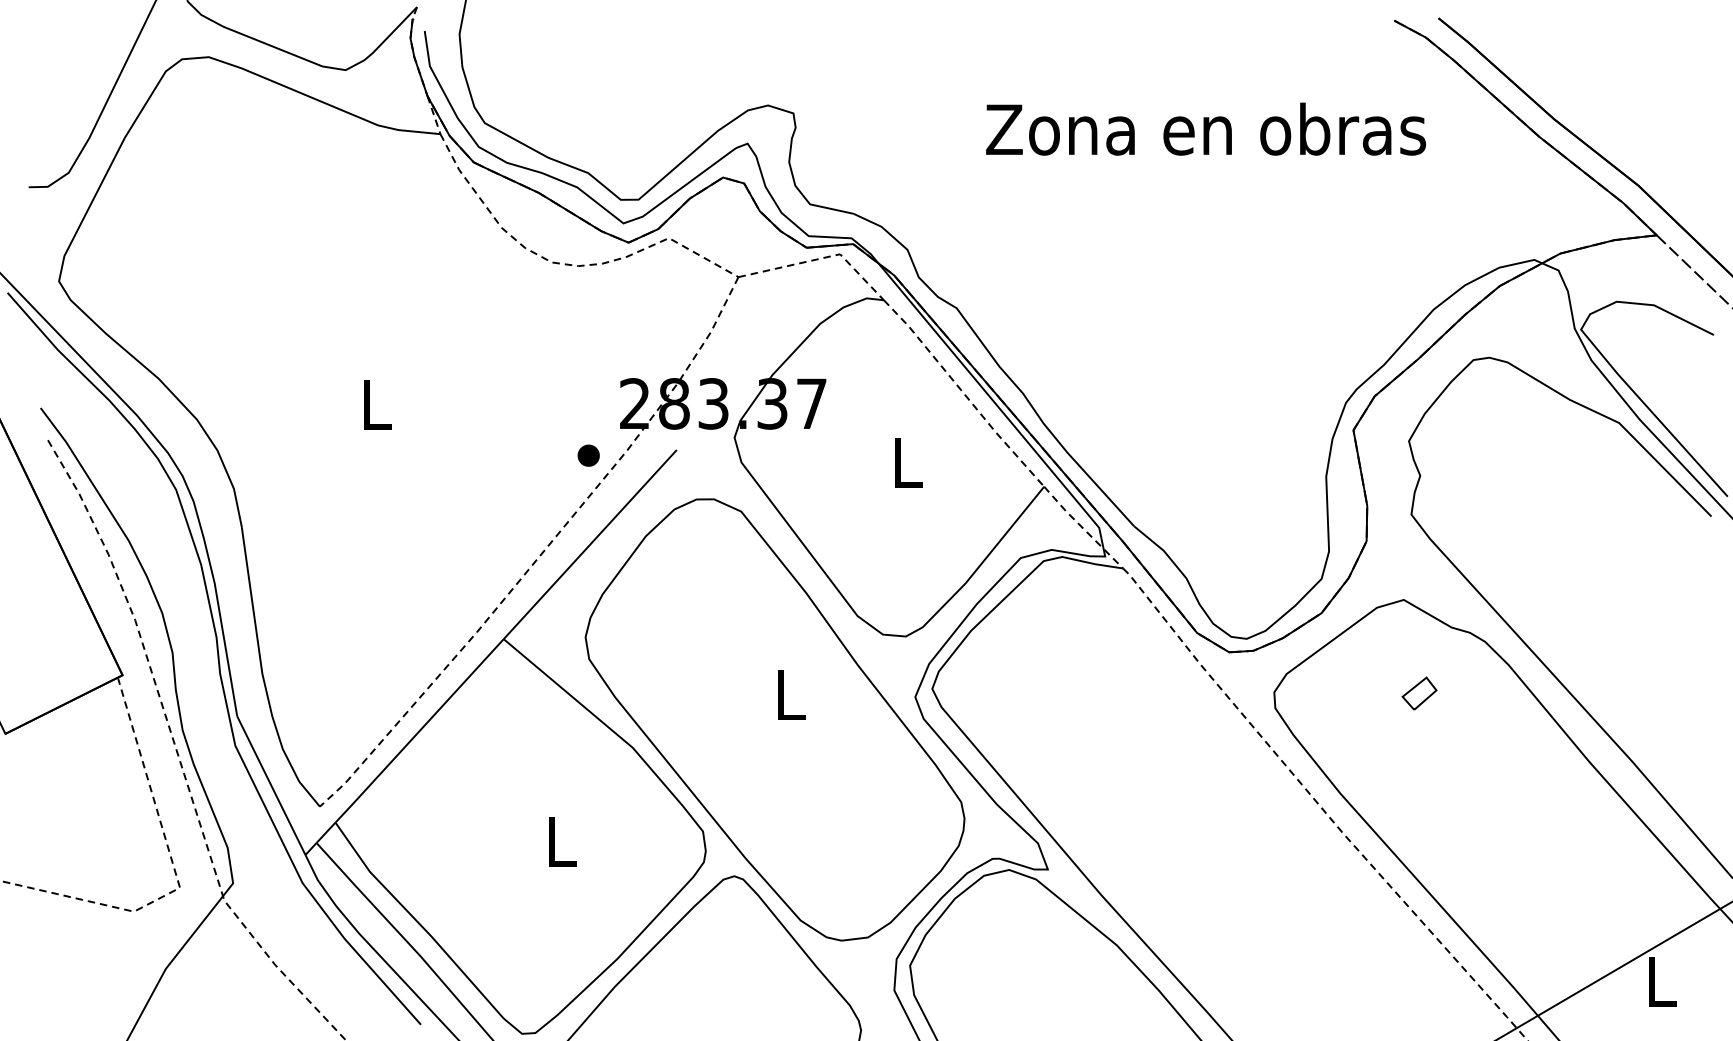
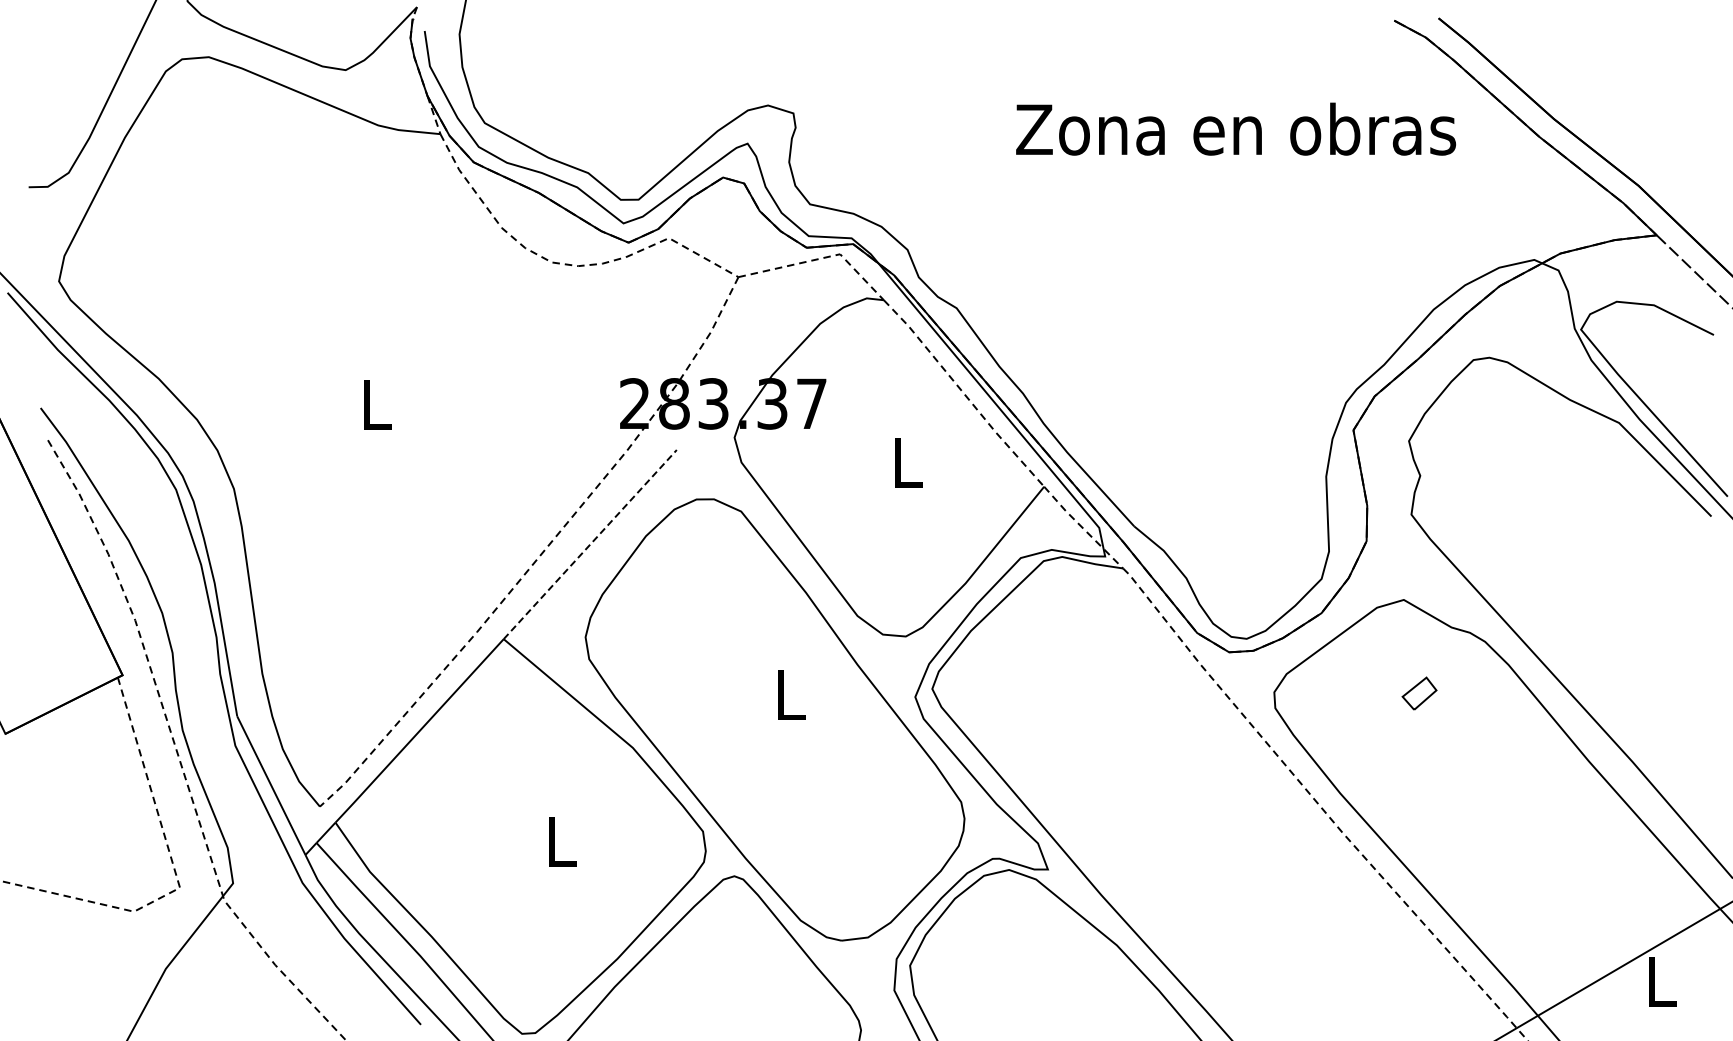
text at (1206, 128) position: (1206, 128) -> (1236, 128)
part at (588, 455): present -> none
line at (590, 544): solid -> dashed
